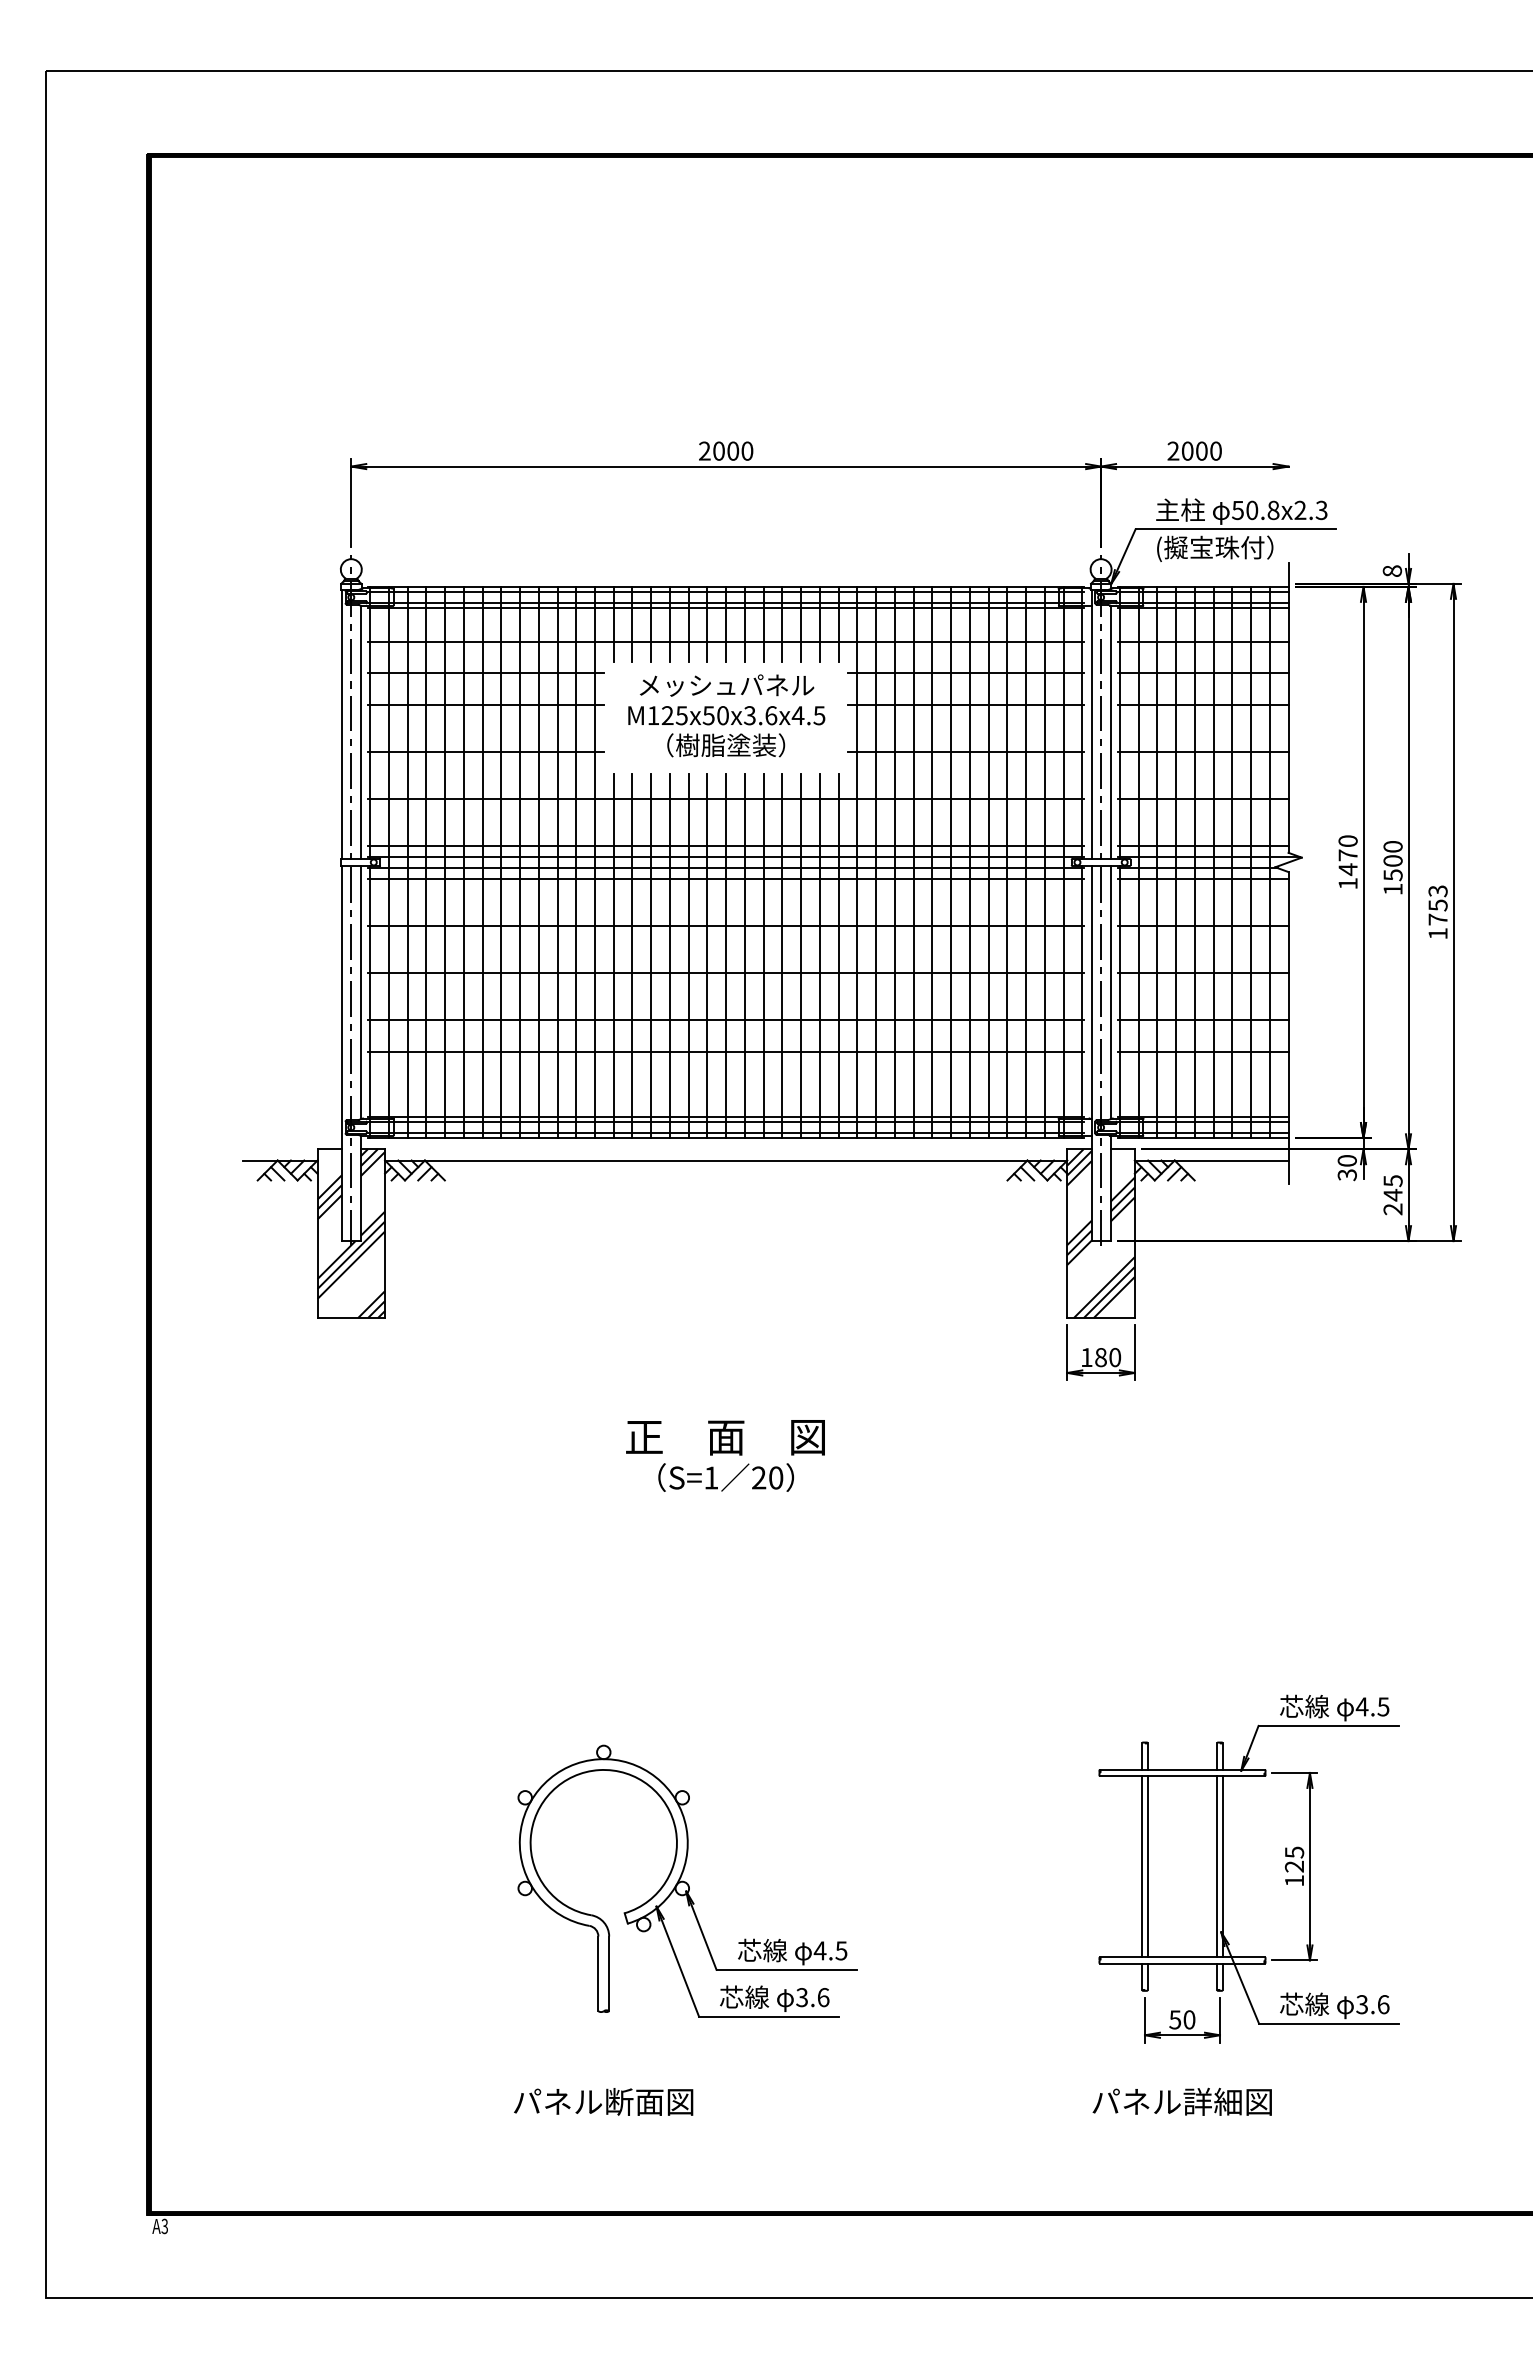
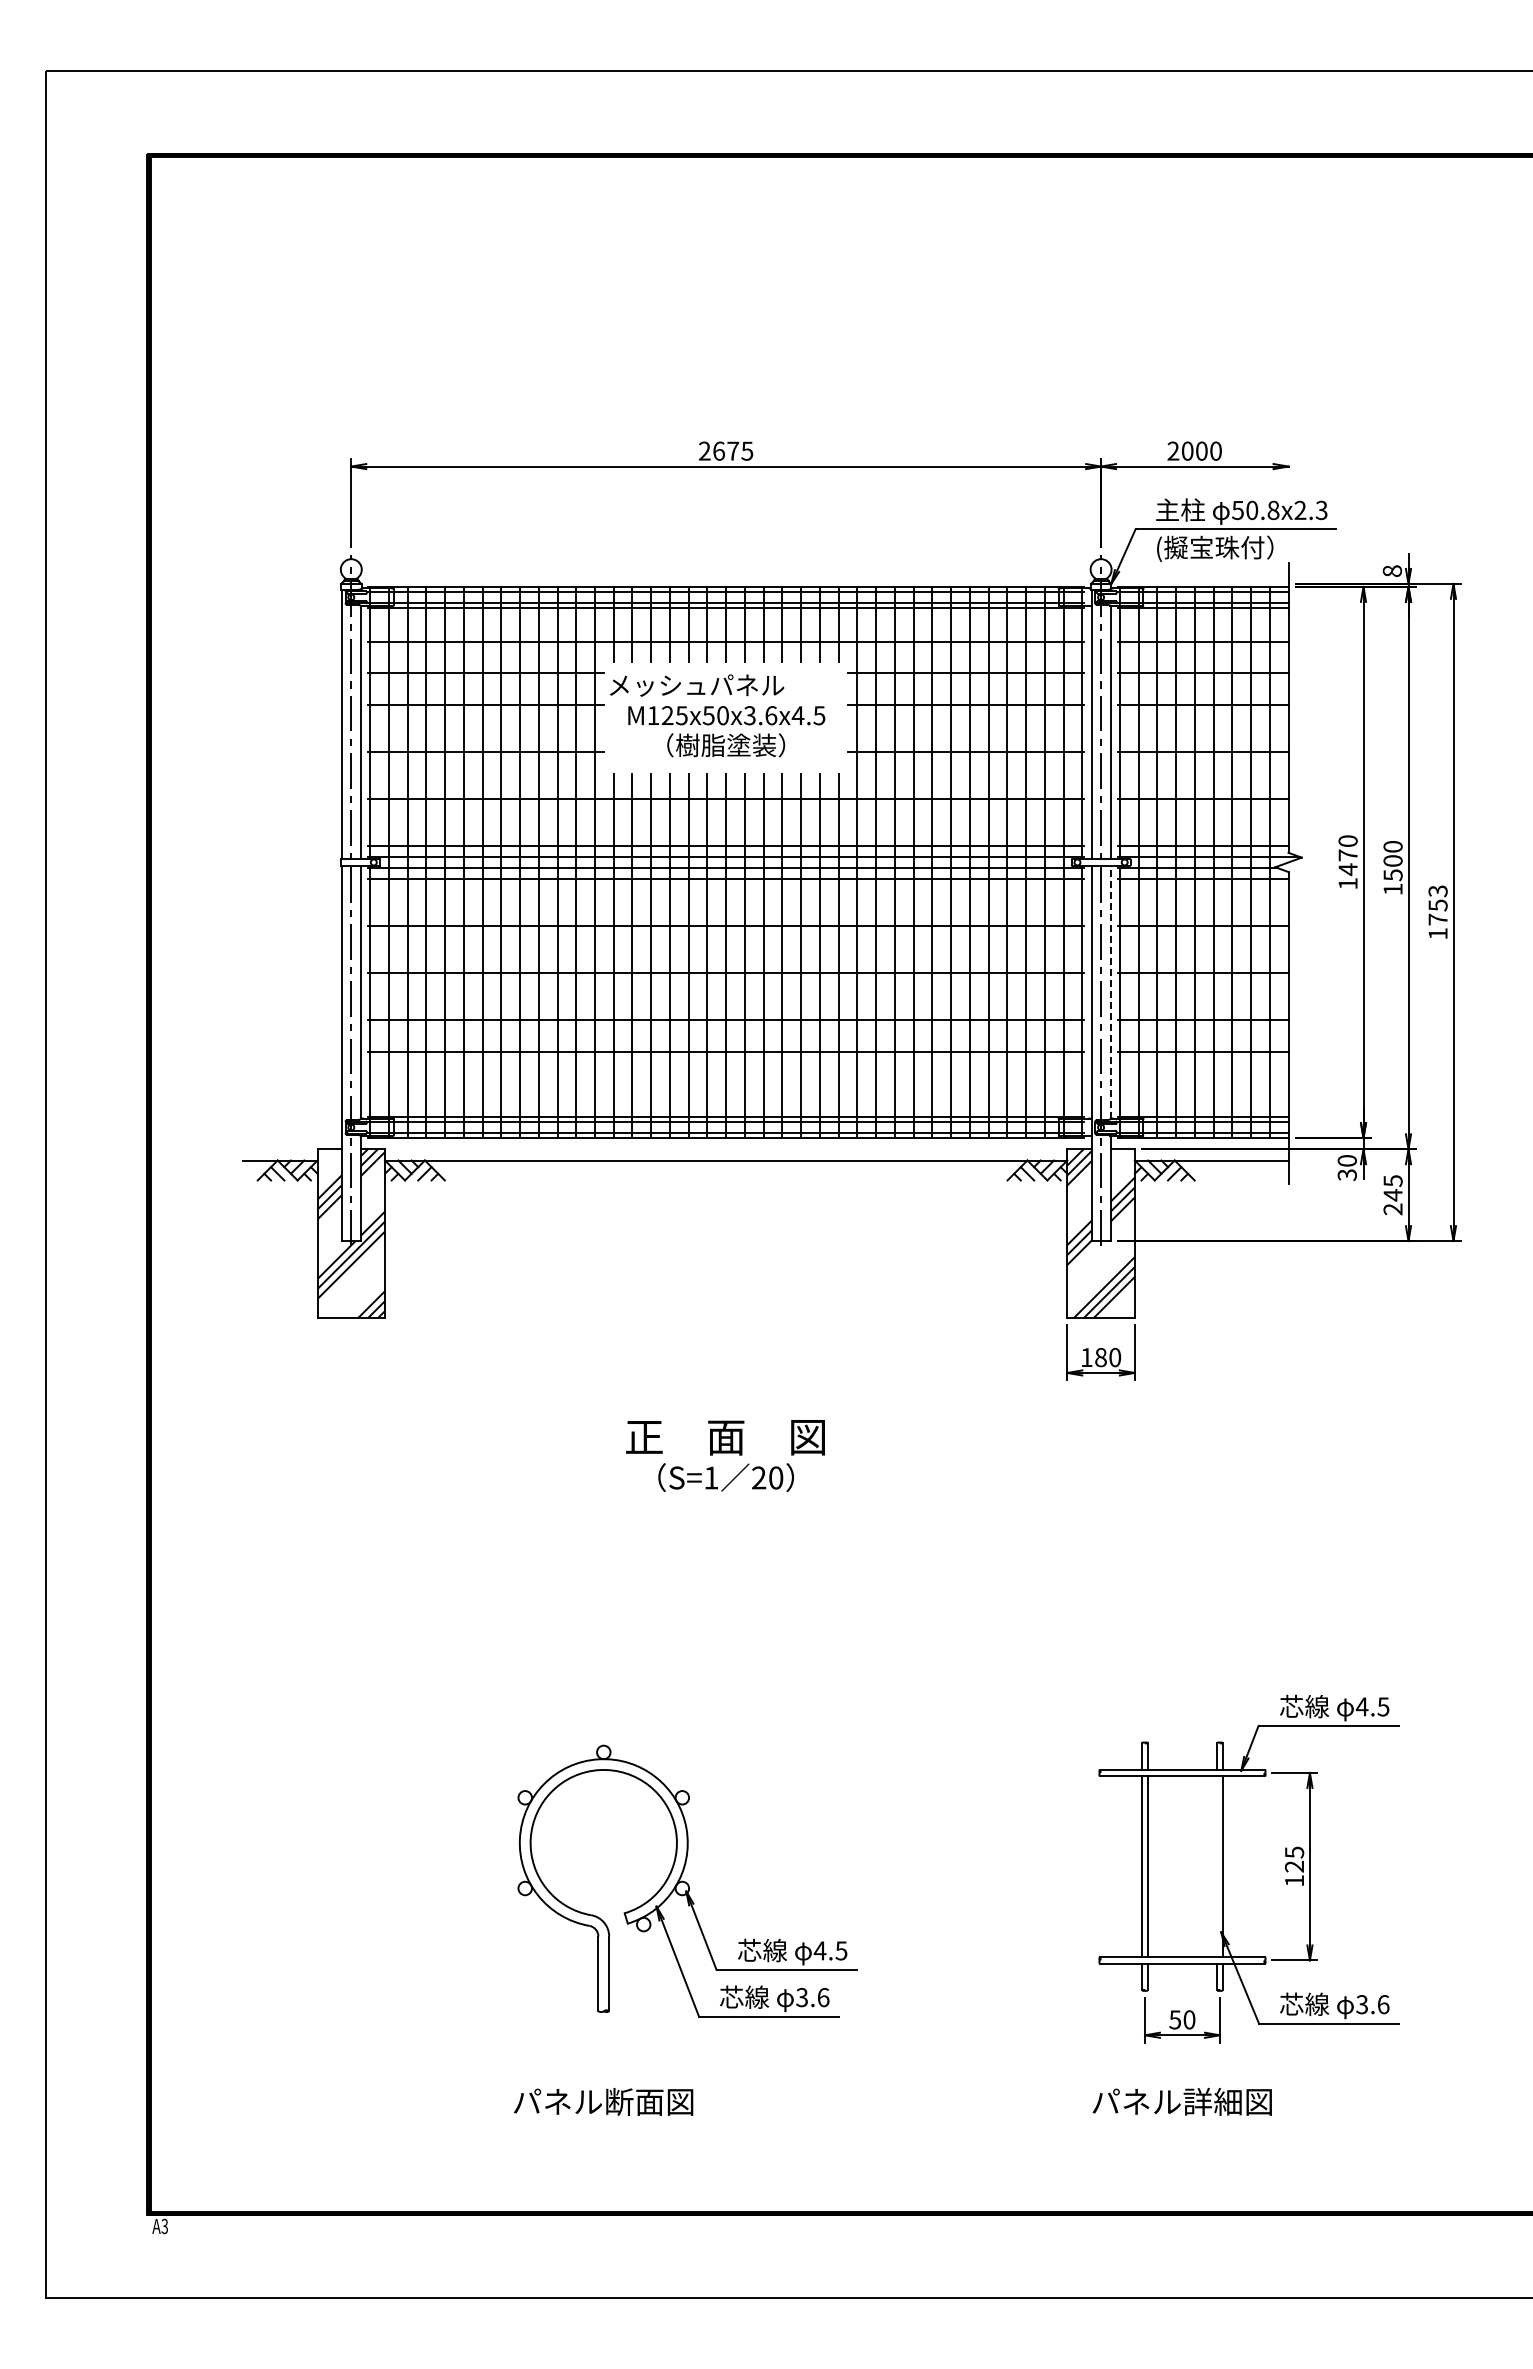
text at (733, 450): 2000 -> 2675
text at (727, 685) position: (727, 685) -> (697, 685)
line at (1110, 992): solid -> dashed
line at (1217, 1866): present -> none
